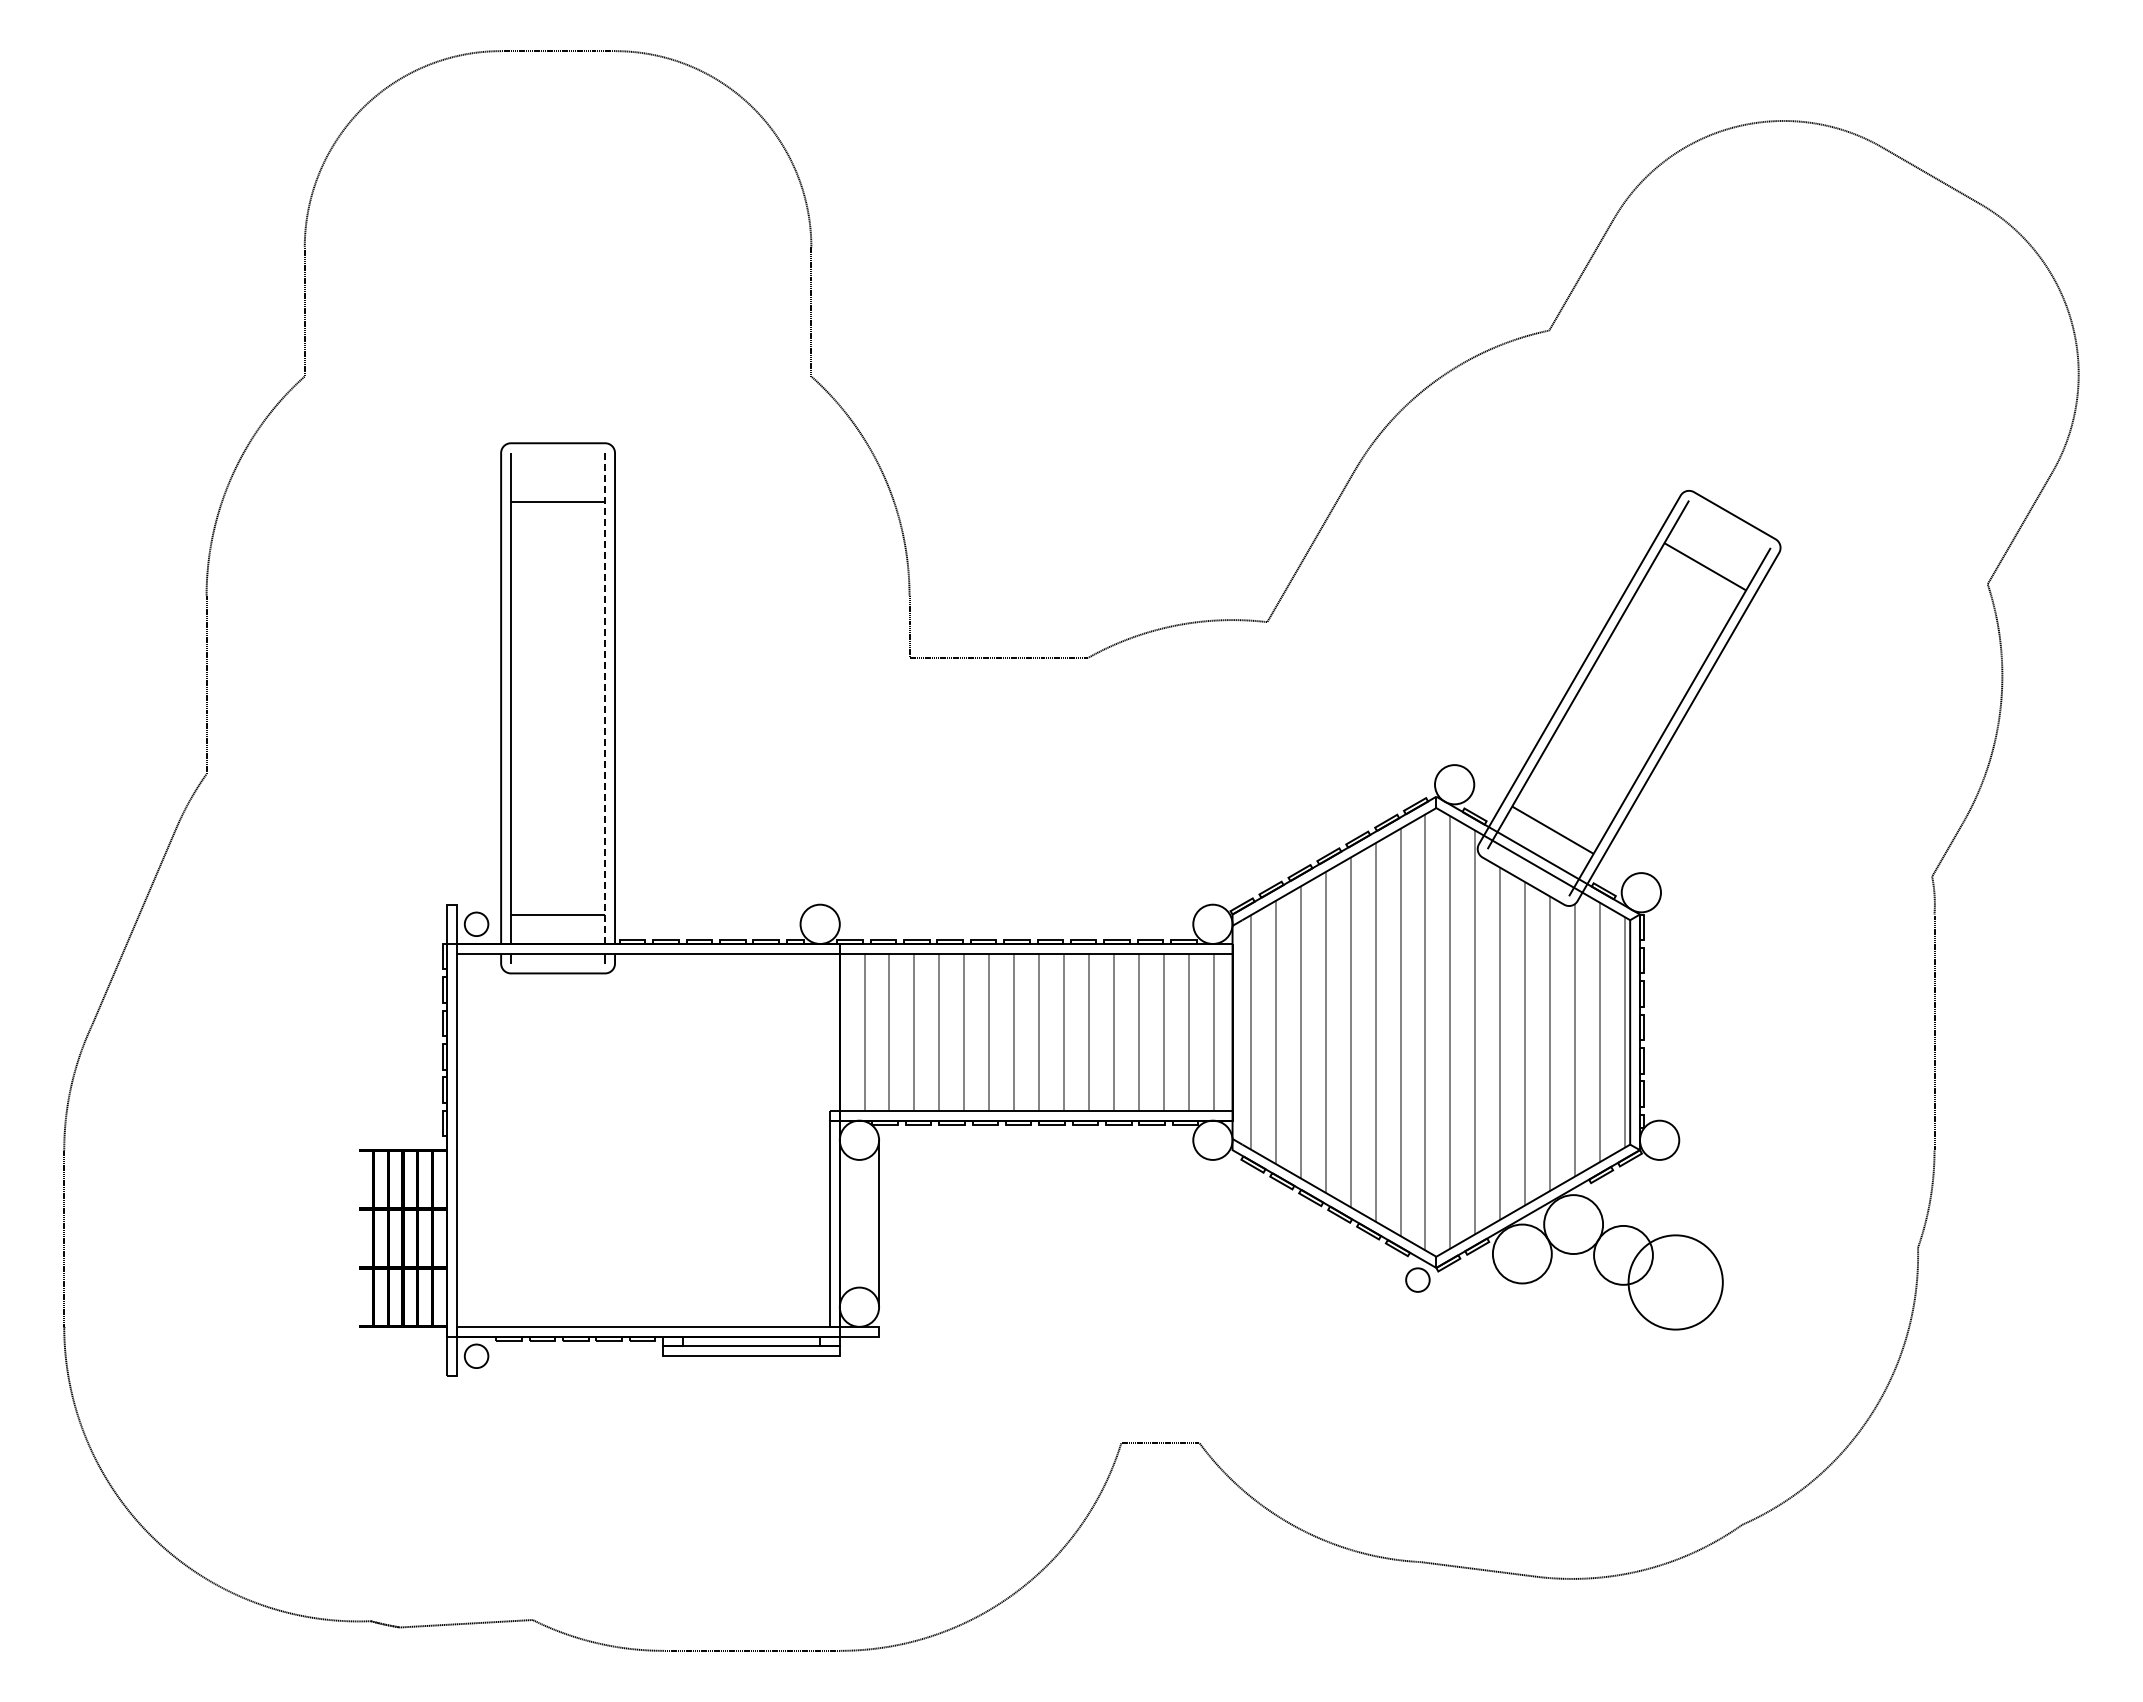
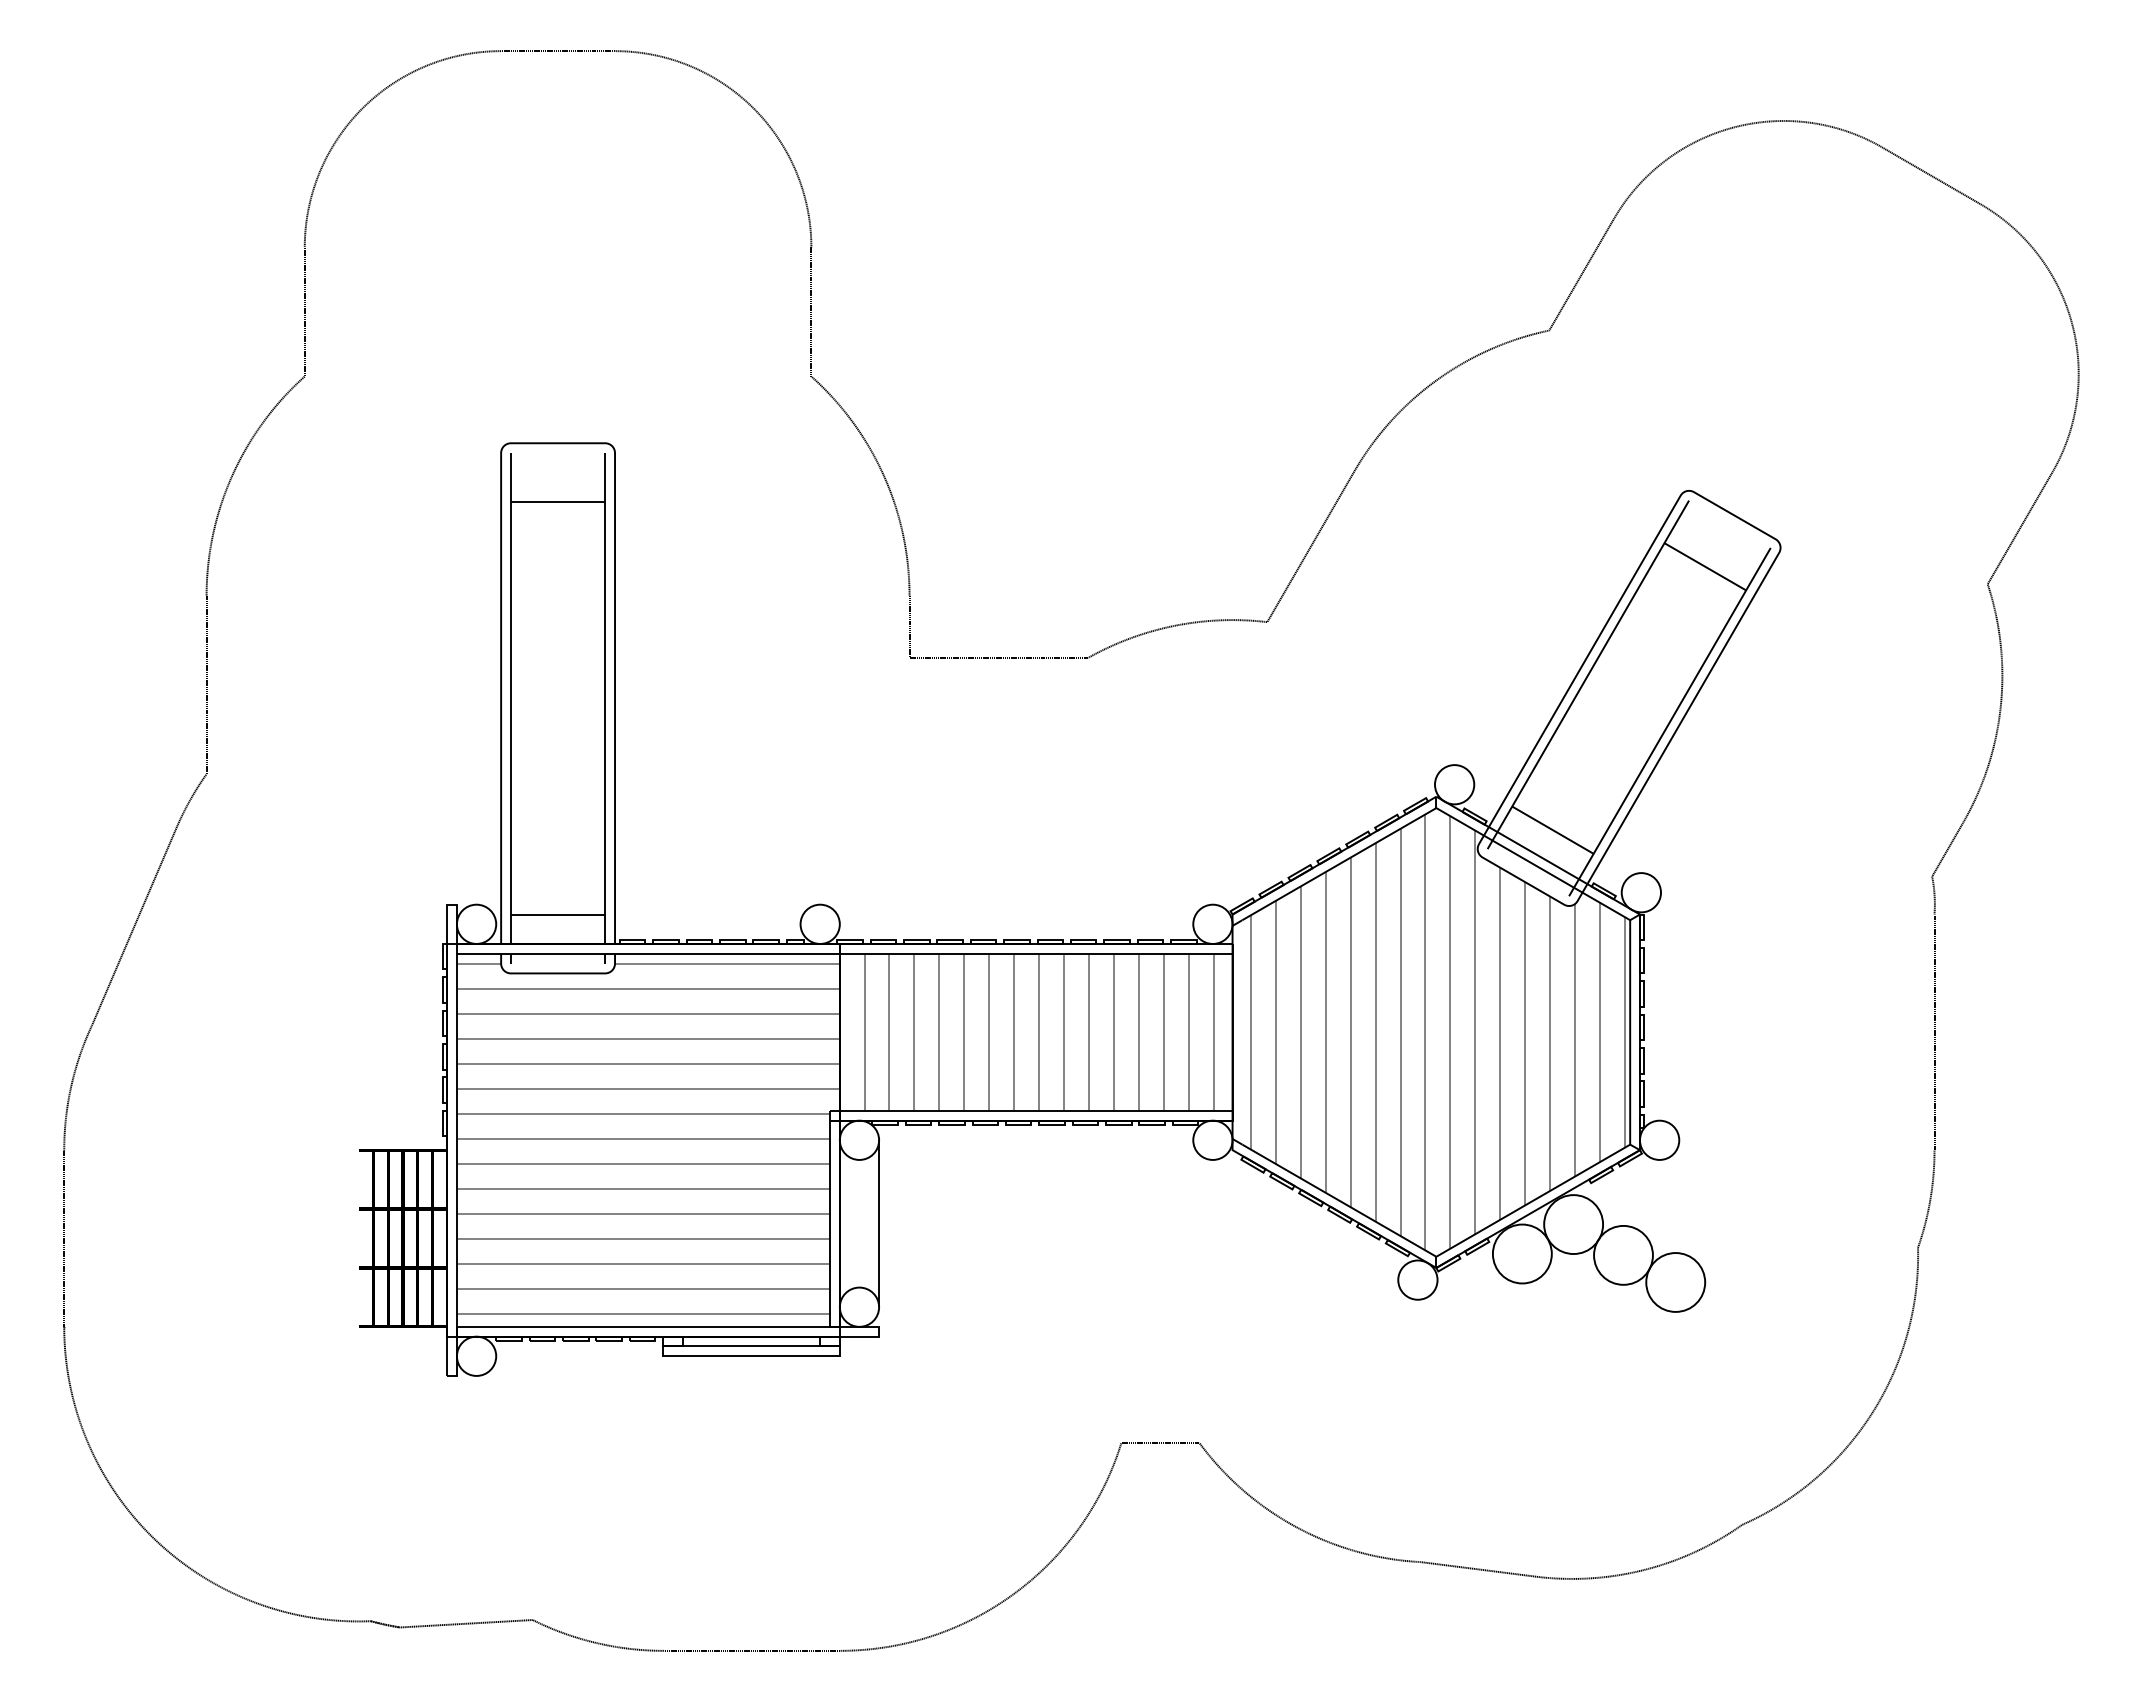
line at (605, 699): dashed -> solid
circle at (476, 924) diameter: 24 px -> 39 px
hatch at (647, 1138): none -> present
circle at (1417, 1279) diameter: 24 px -> 39 px
circle at (1675, 1282) diameter: 94 px -> 59 px
circle at (476, 1356) diameter: 24 px -> 39 px
